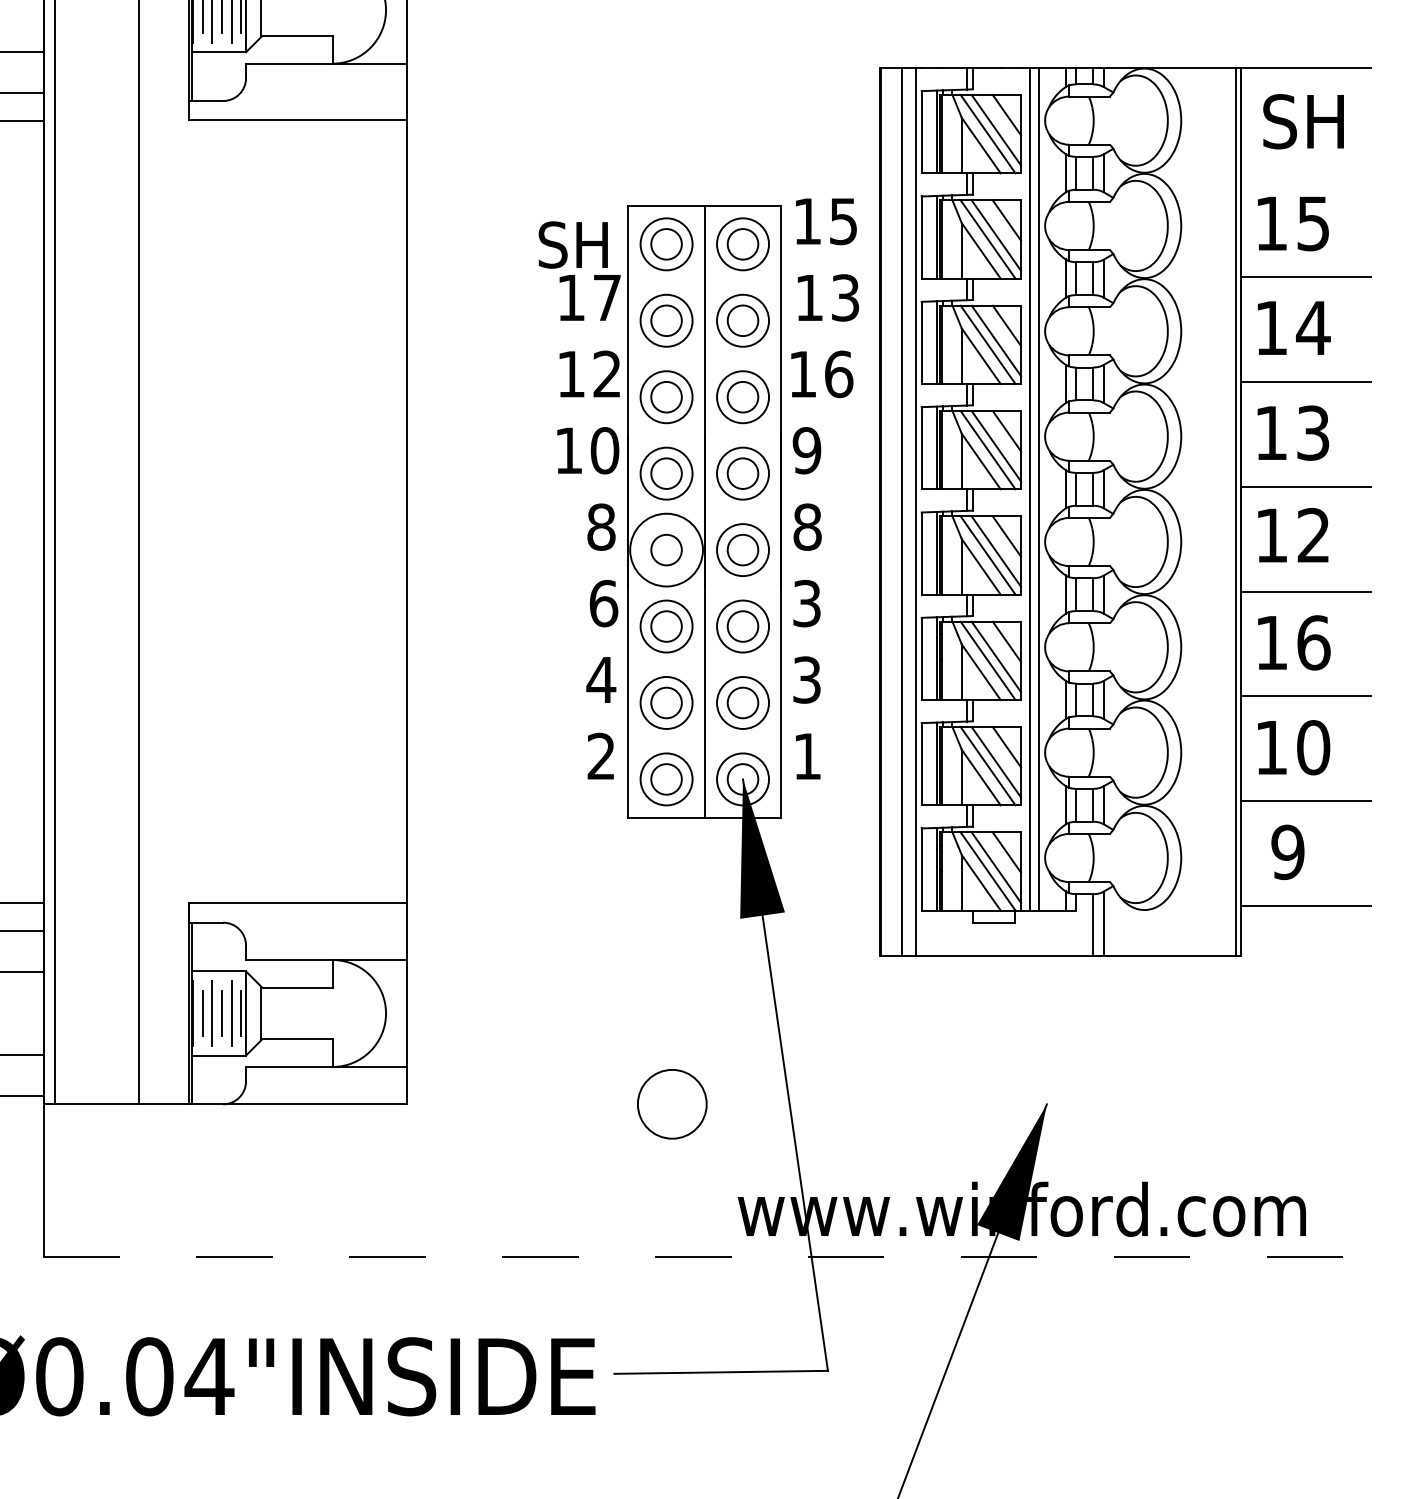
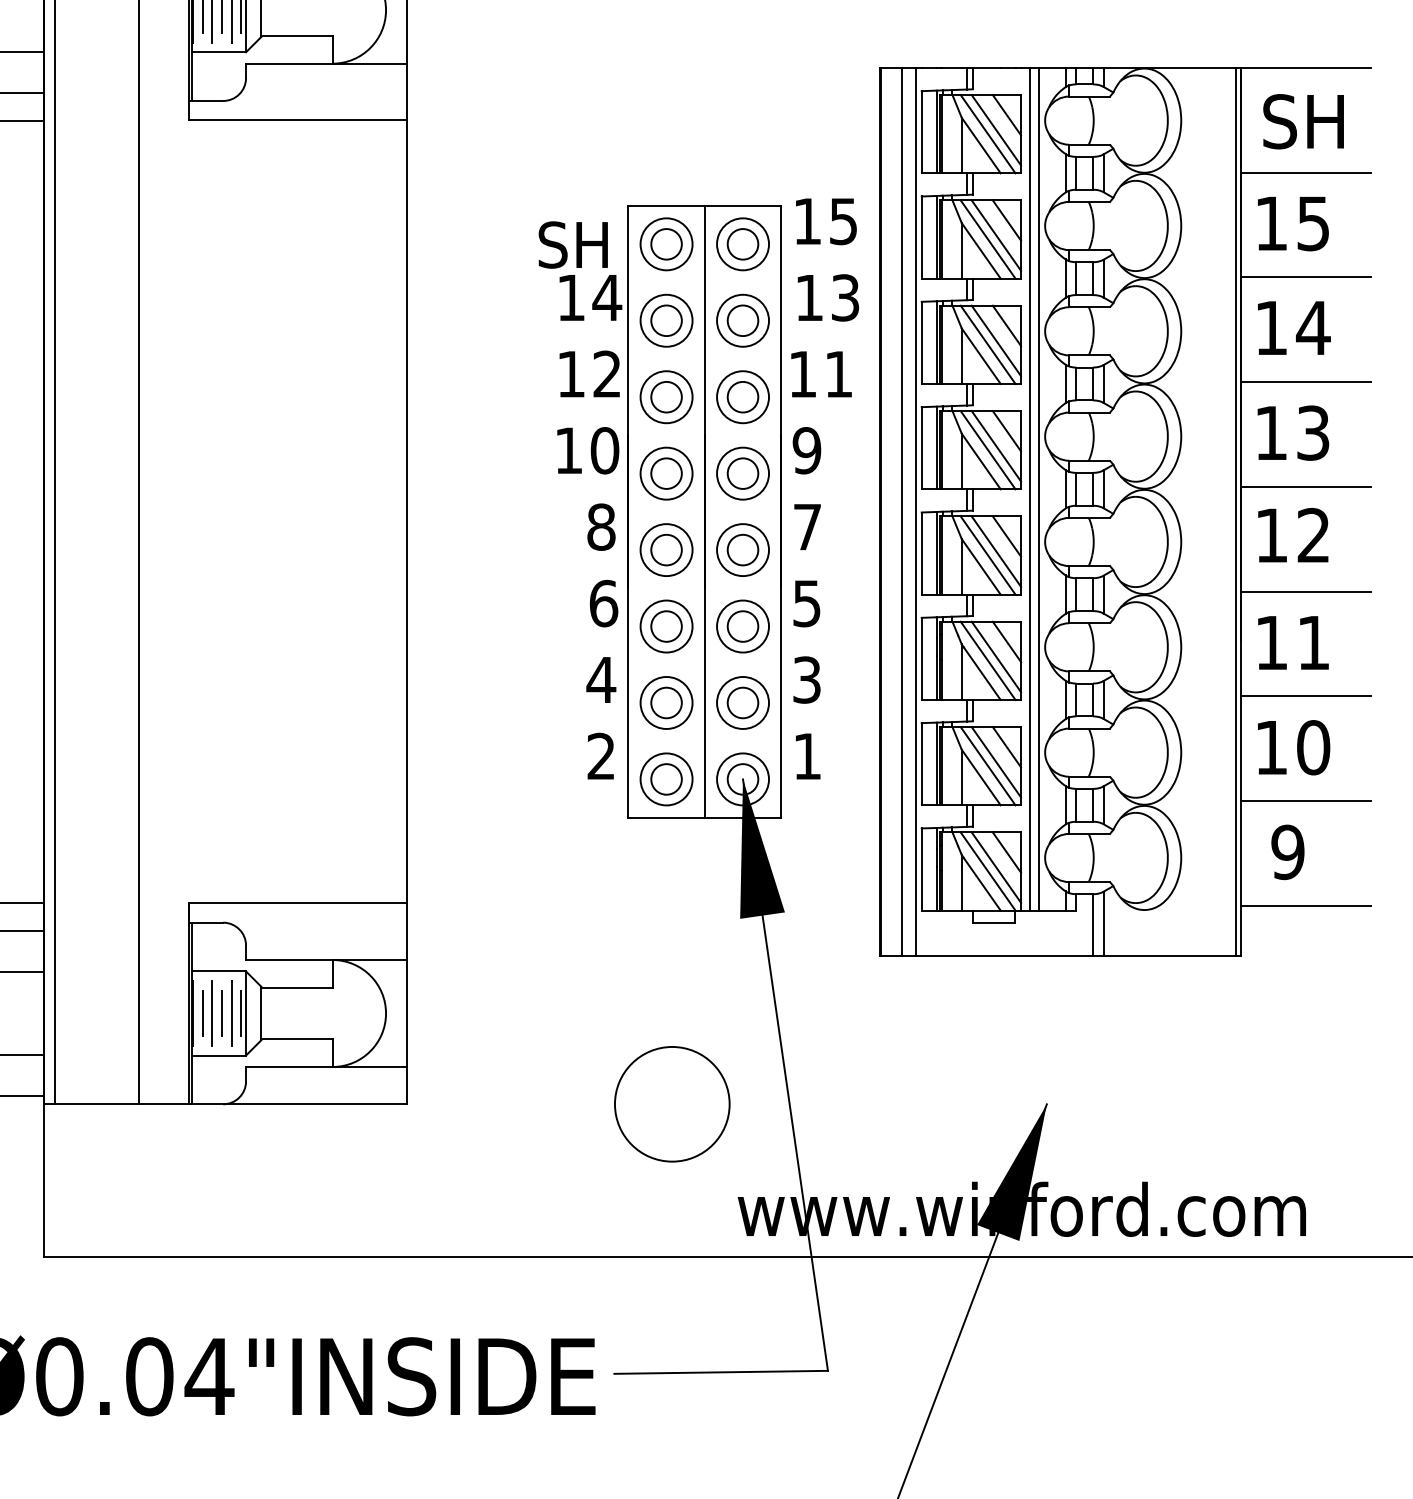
line at (1305, 172): none -> present
text at (607, 297): 17 -> 14
text at (839, 374): 16 -> 11
text at (807, 526): 8 -> 7
circle at (666, 549) diameter: 73 px -> 52 px
text at (806, 602): 3 -> 5
text at (1313, 642): 16 -> 11
circle at (671, 1103) diameter: 69 px -> 115 px
line at (728, 1257): dashed -> solid
